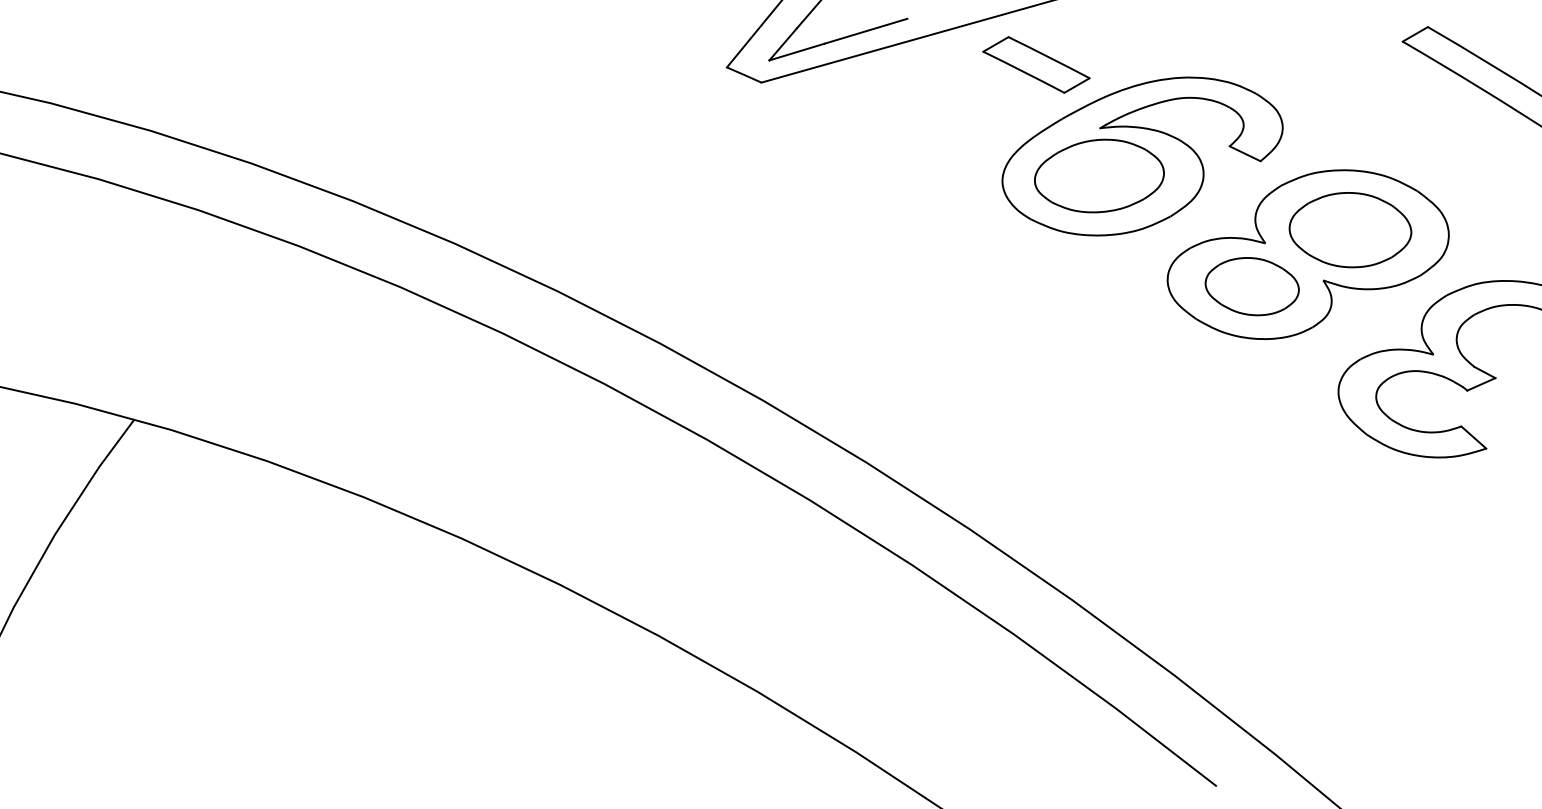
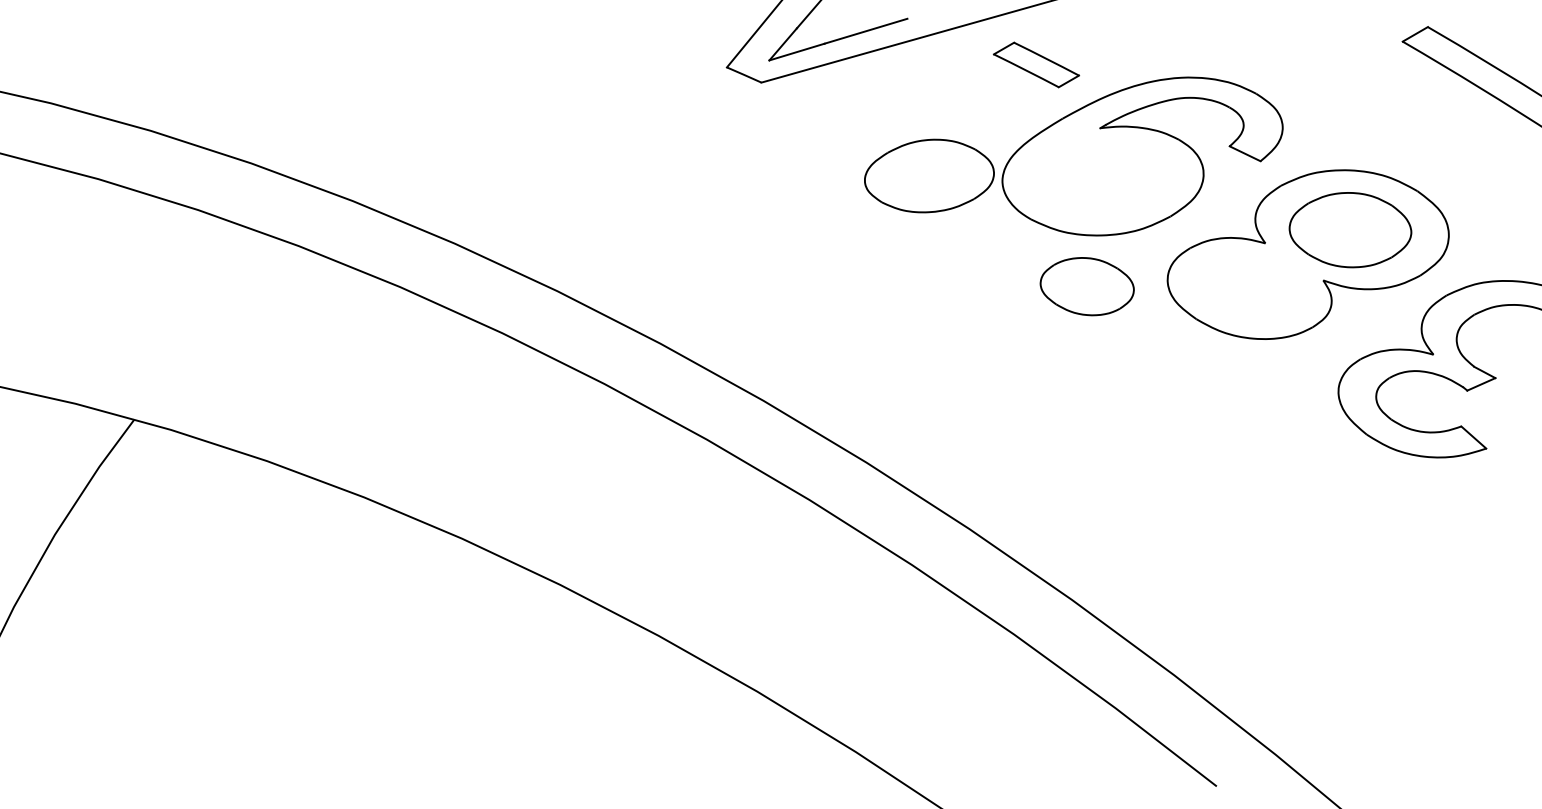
part at (1036, 64) size: 109x58 px -> 88x48 px
part at (1099, 175) position: (1099, 175) -> (929, 175)
part at (1251, 286) position: (1251, 286) -> (1086, 286)
